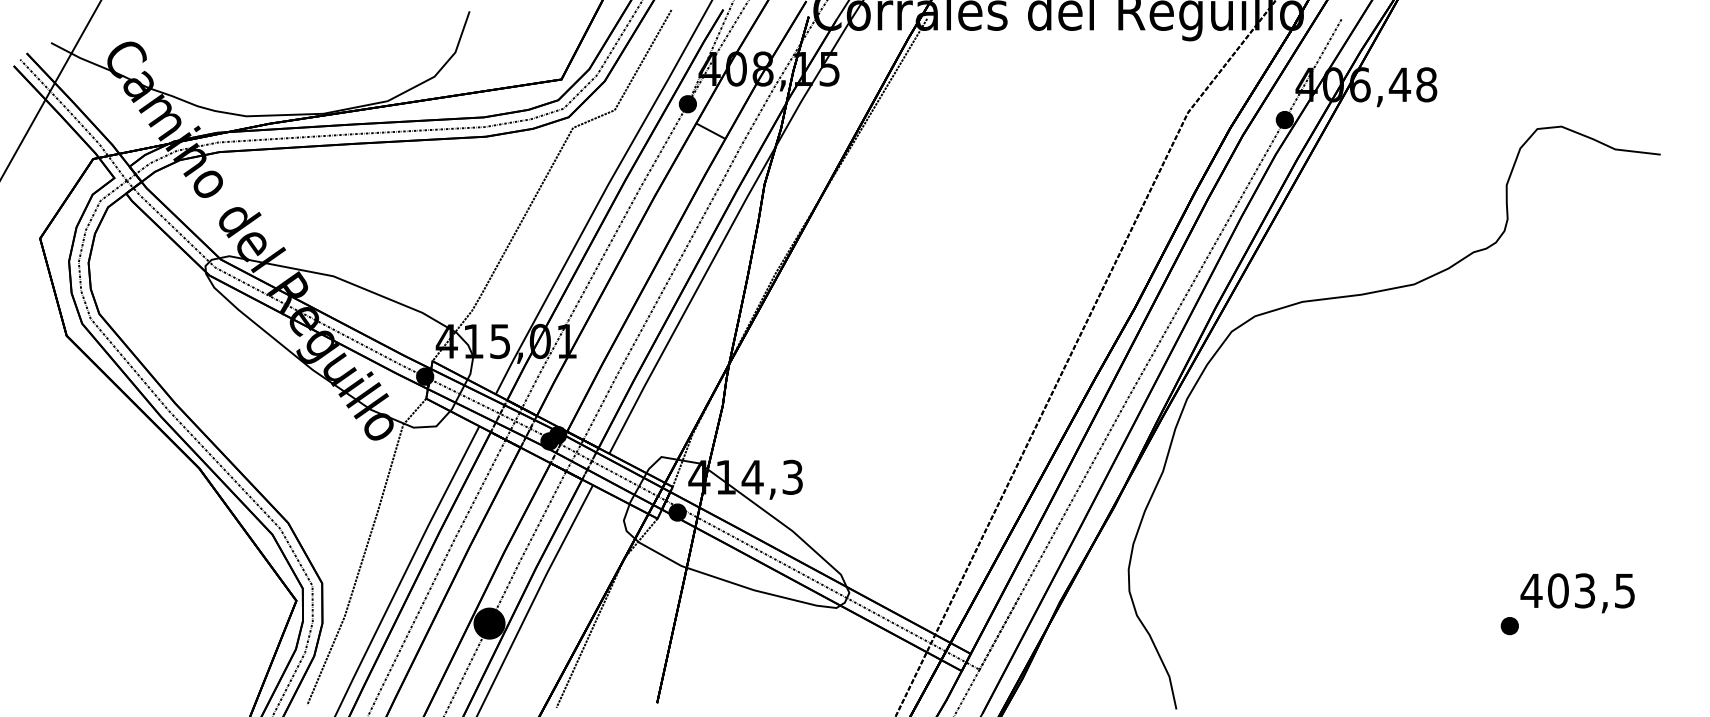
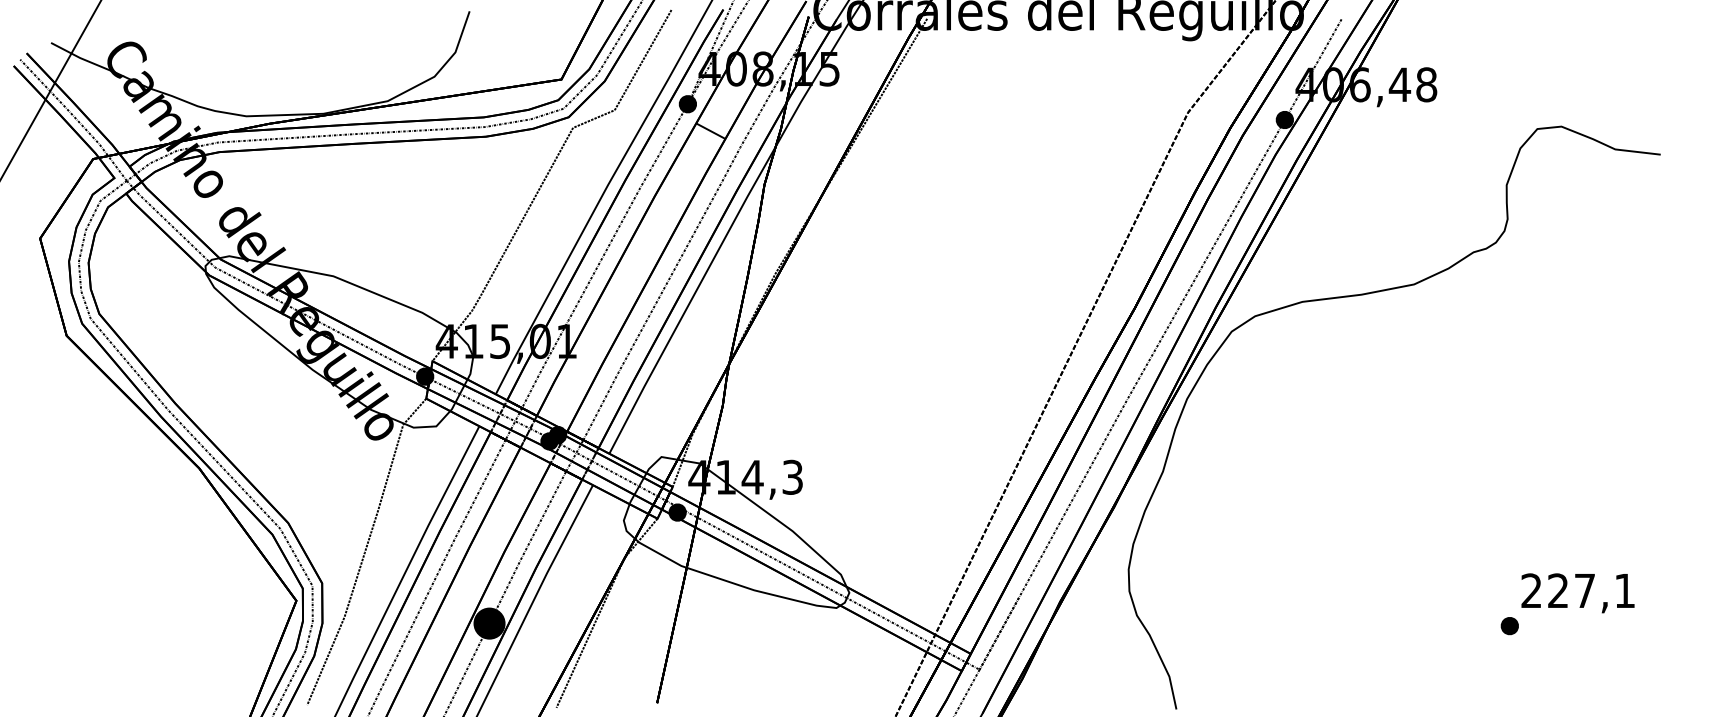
text at (1577, 590): 403,5 -> 227,1
